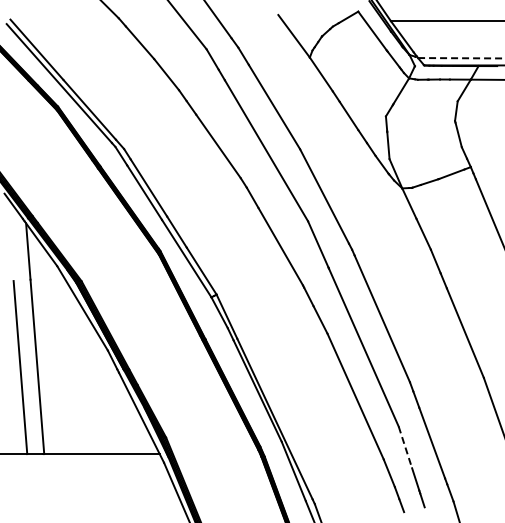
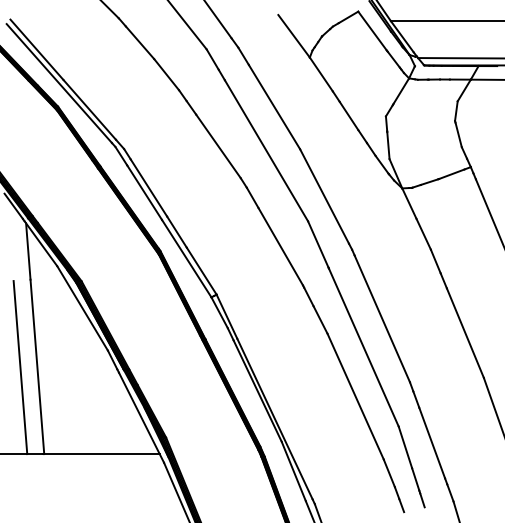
line at (461, 58): dashed -> solid
line at (405, 447): dashed -> solid
